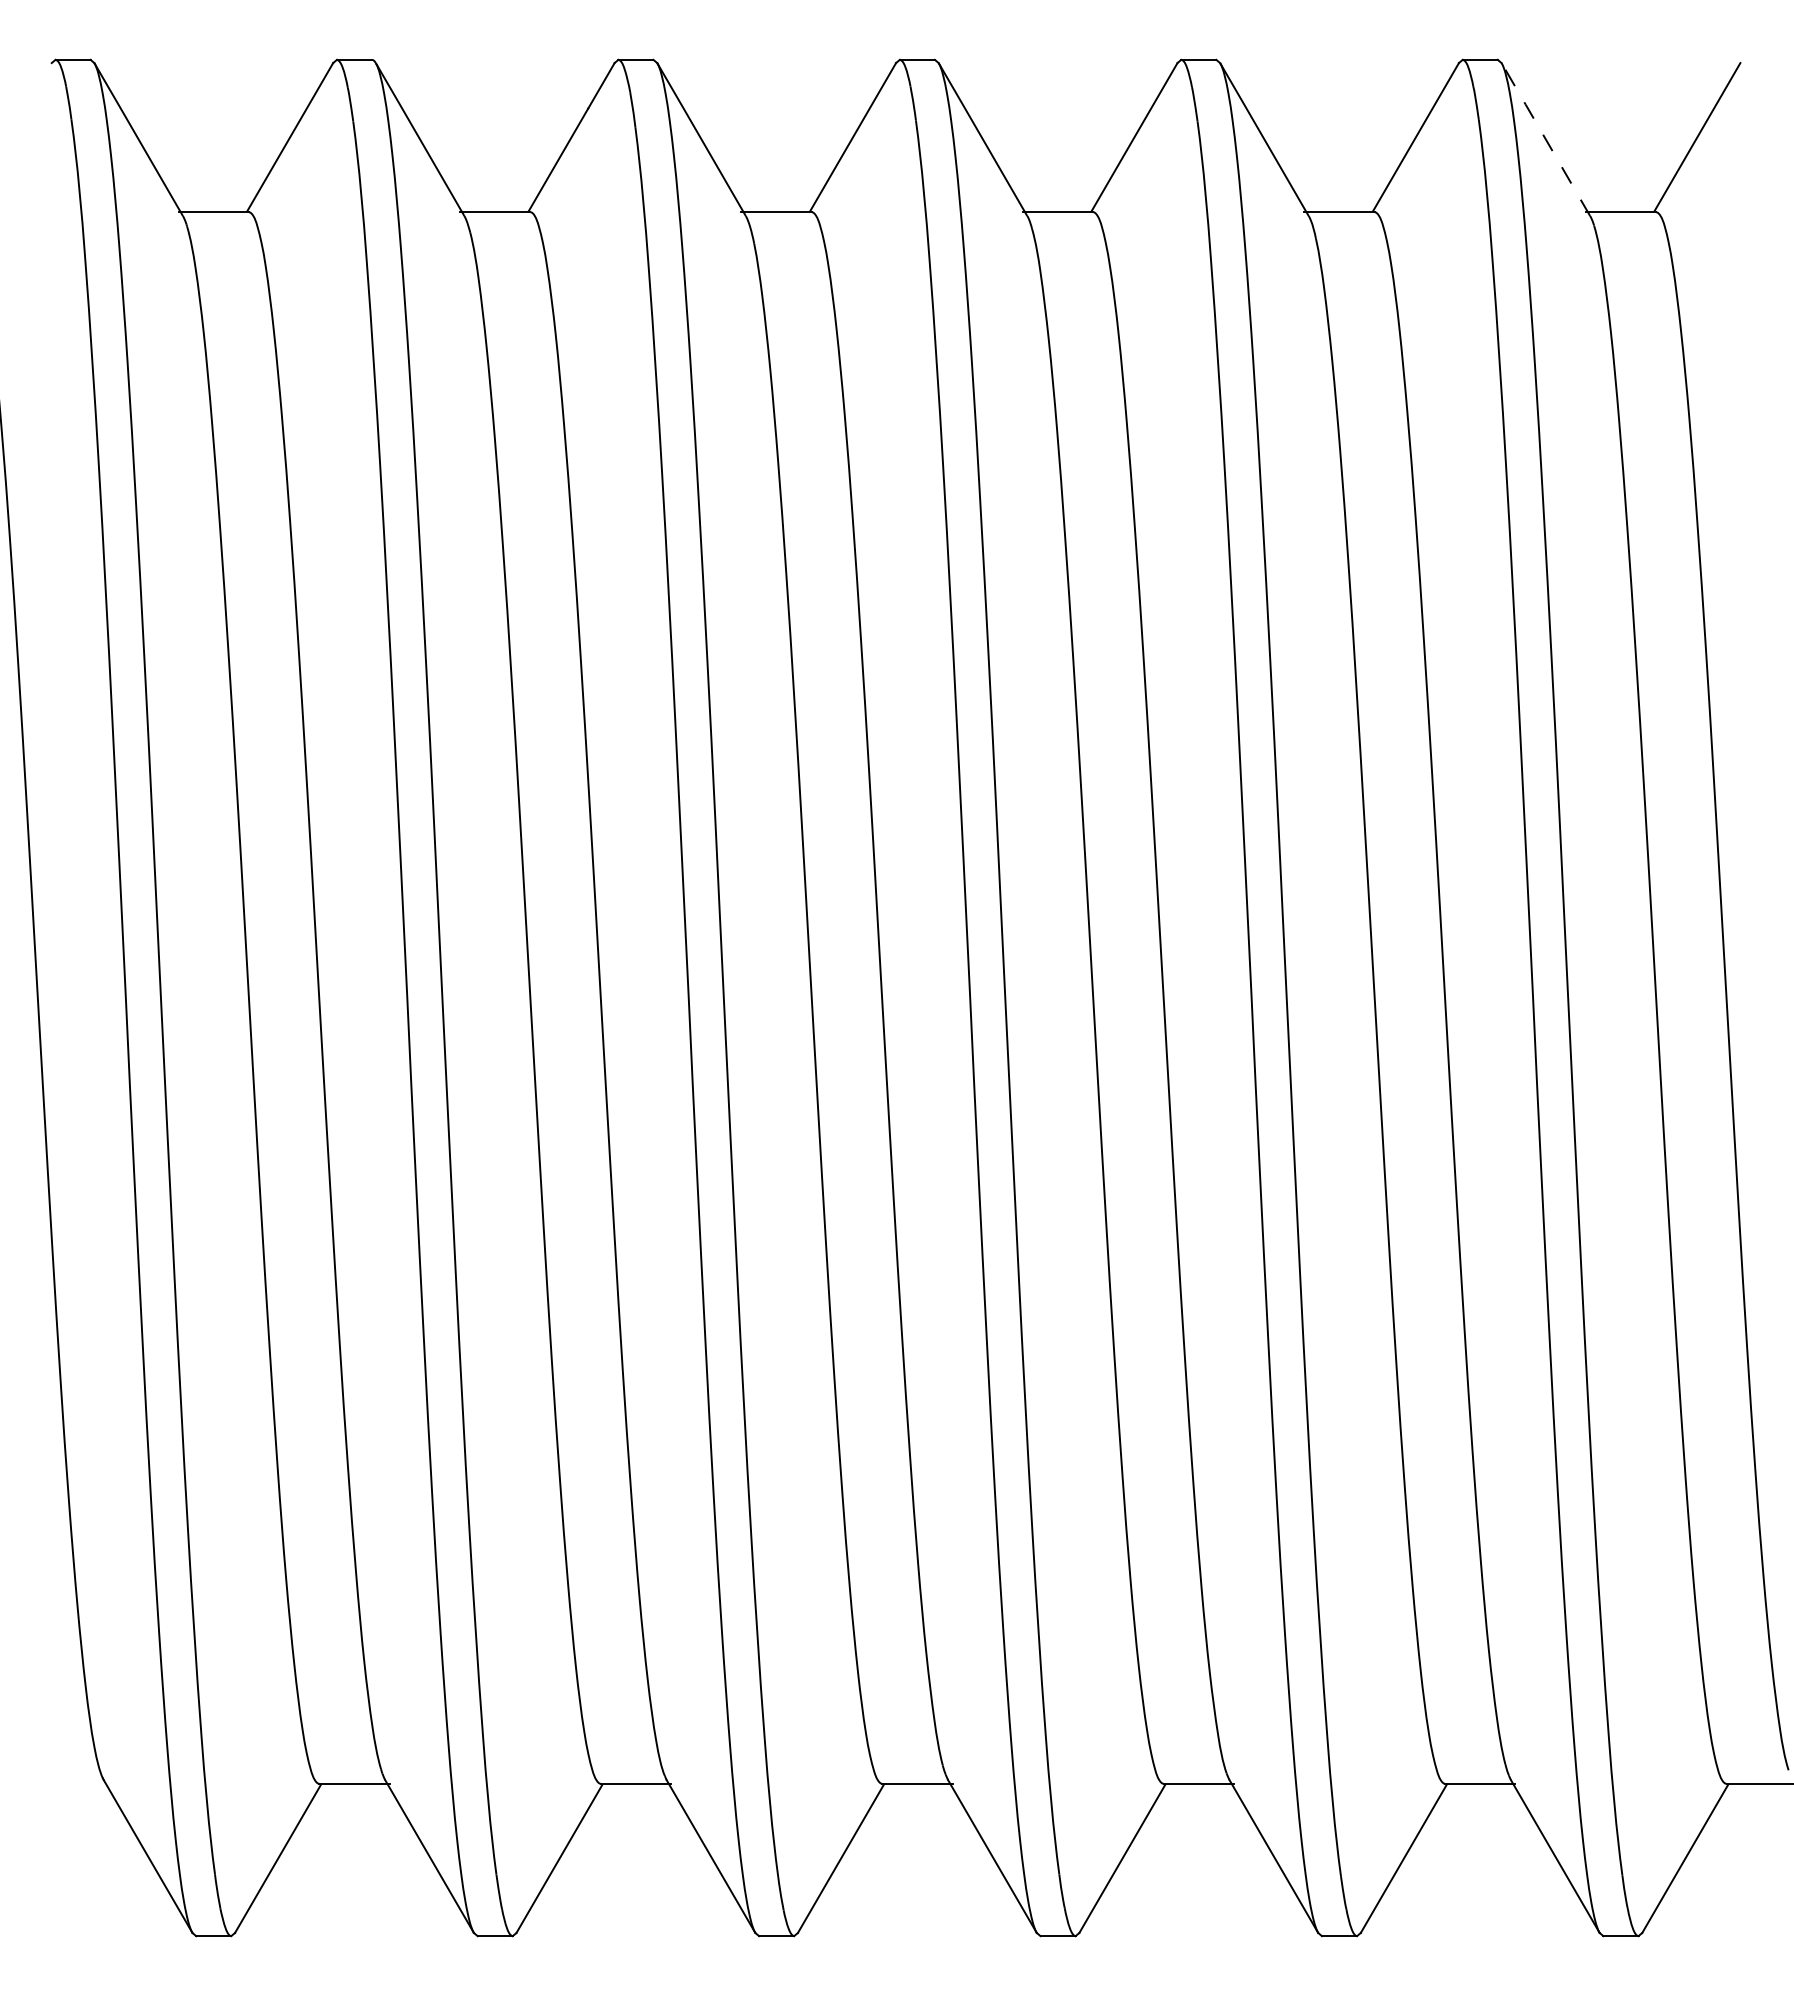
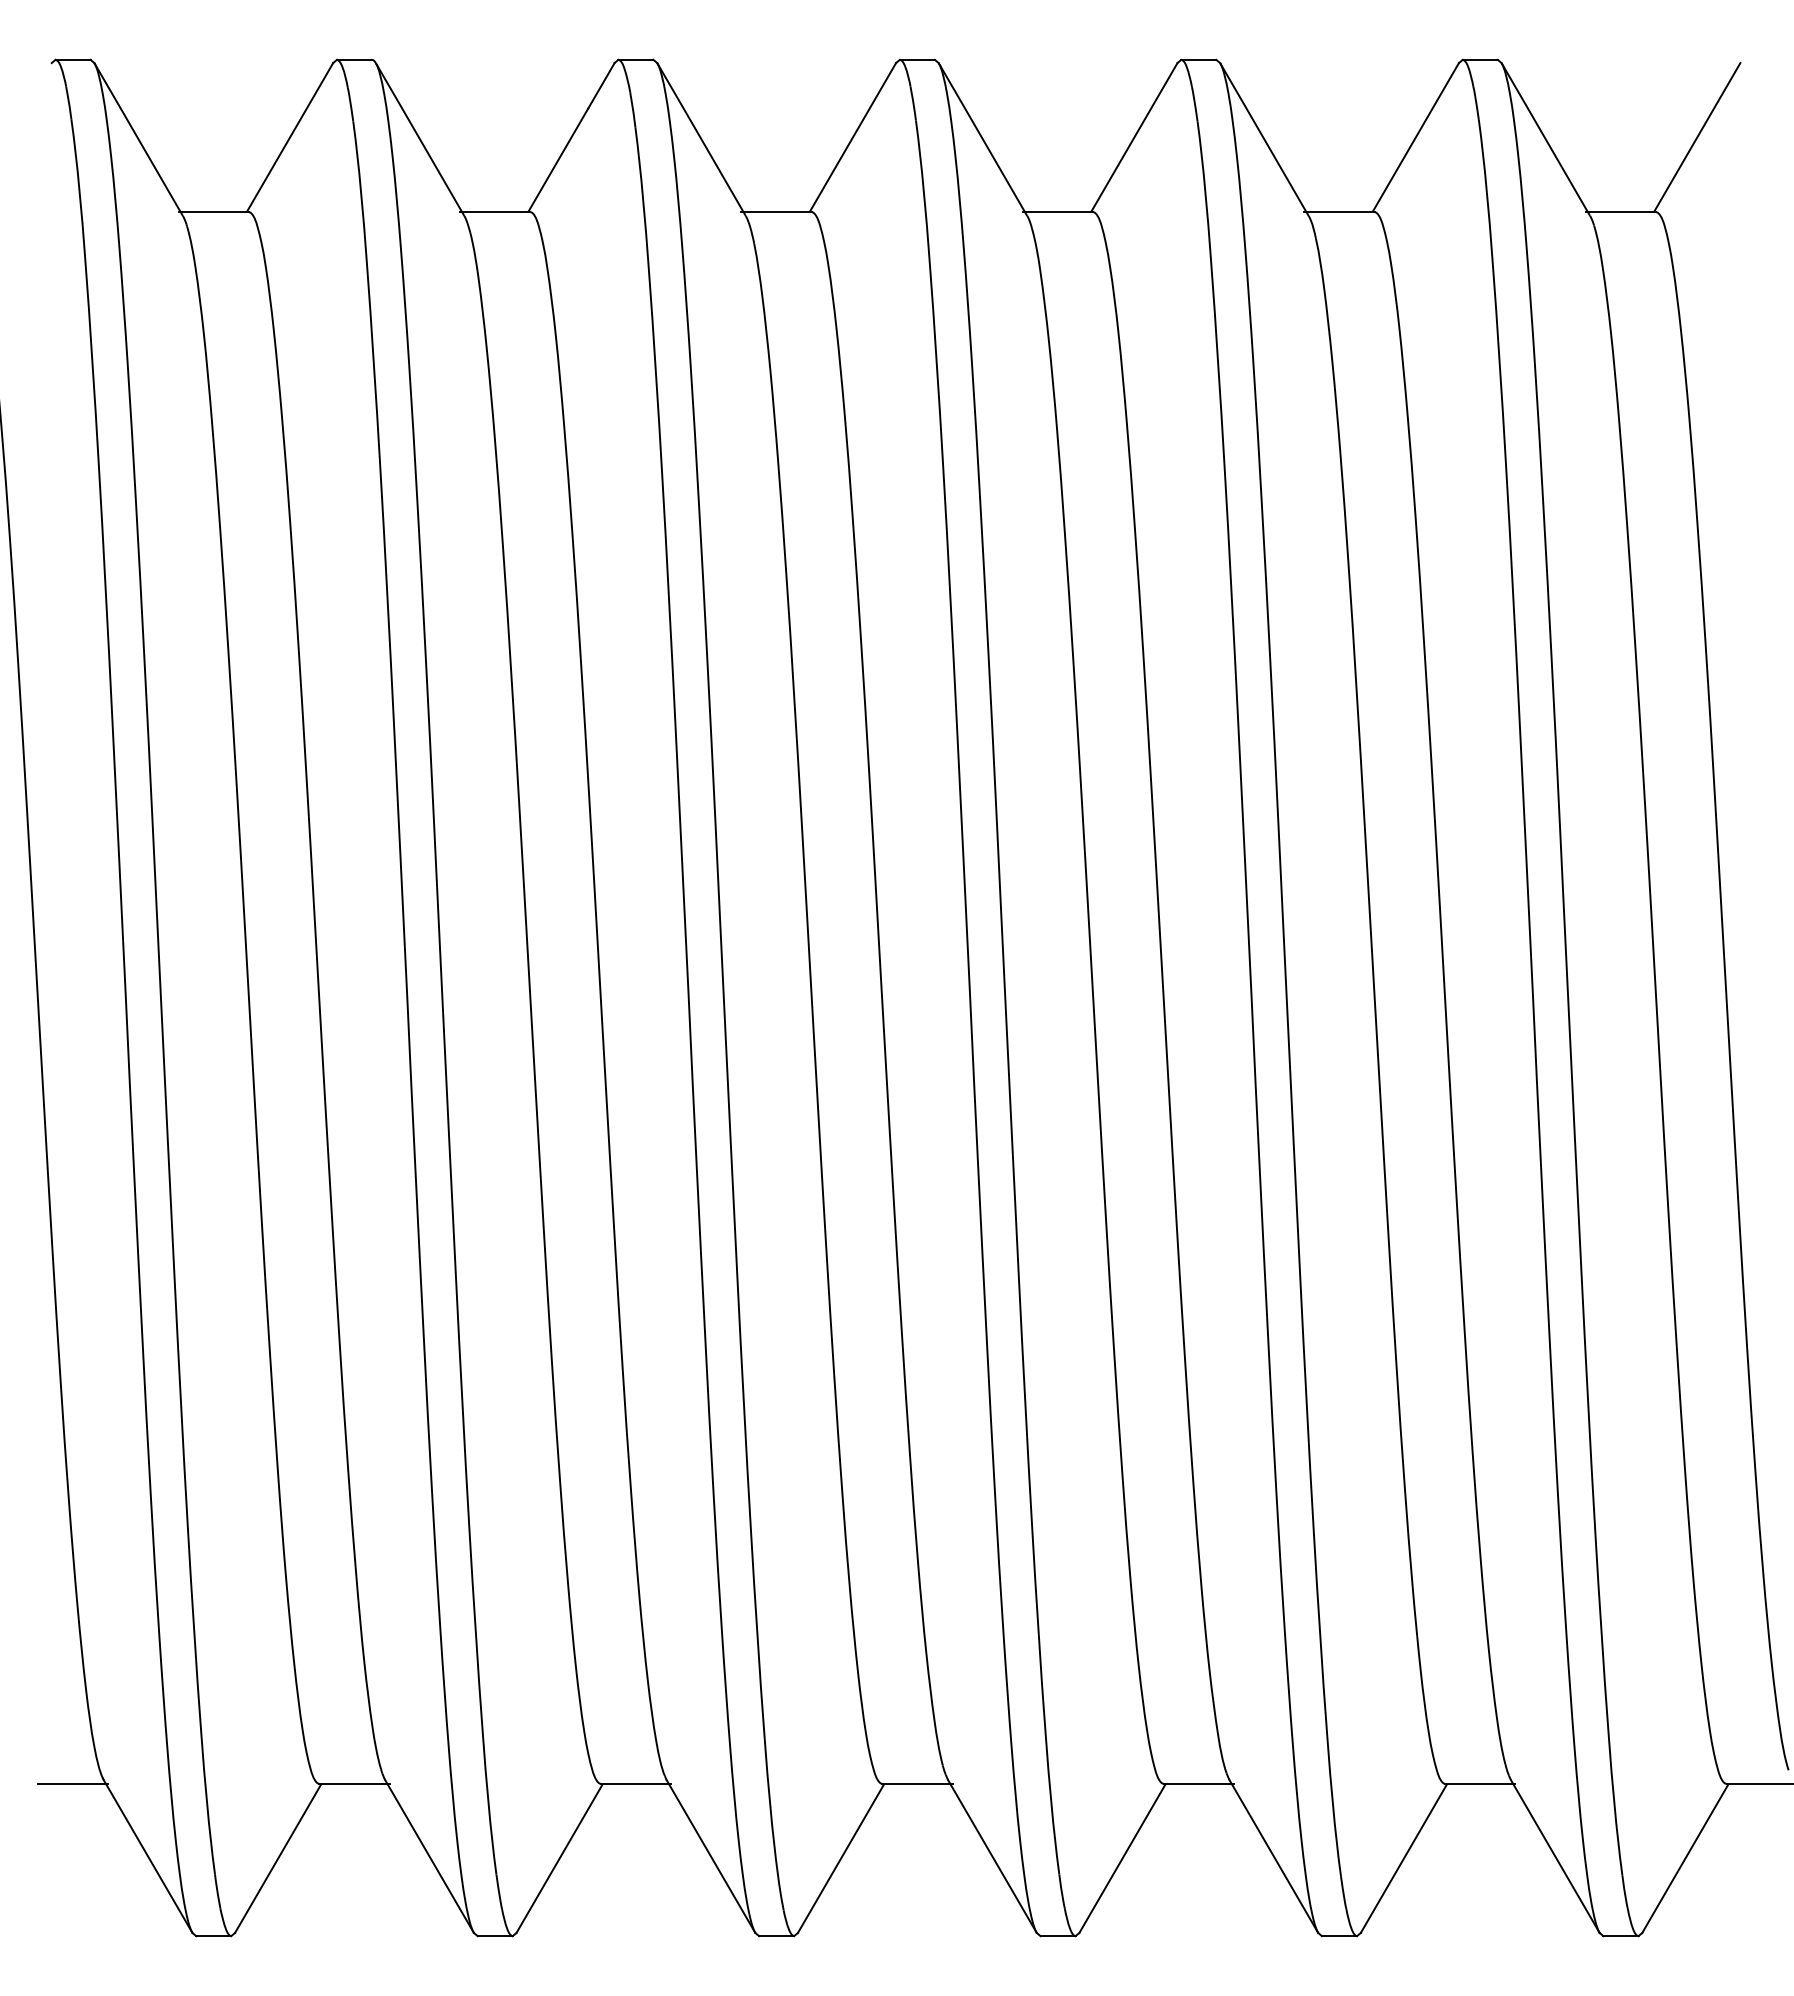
line at (1545, 138): dashed -> solid
line at (72, 1783): none -> present
